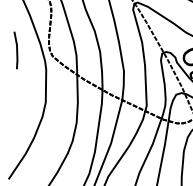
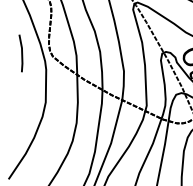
line at (16, 50) position: (16, 50) -> (21, 53)
